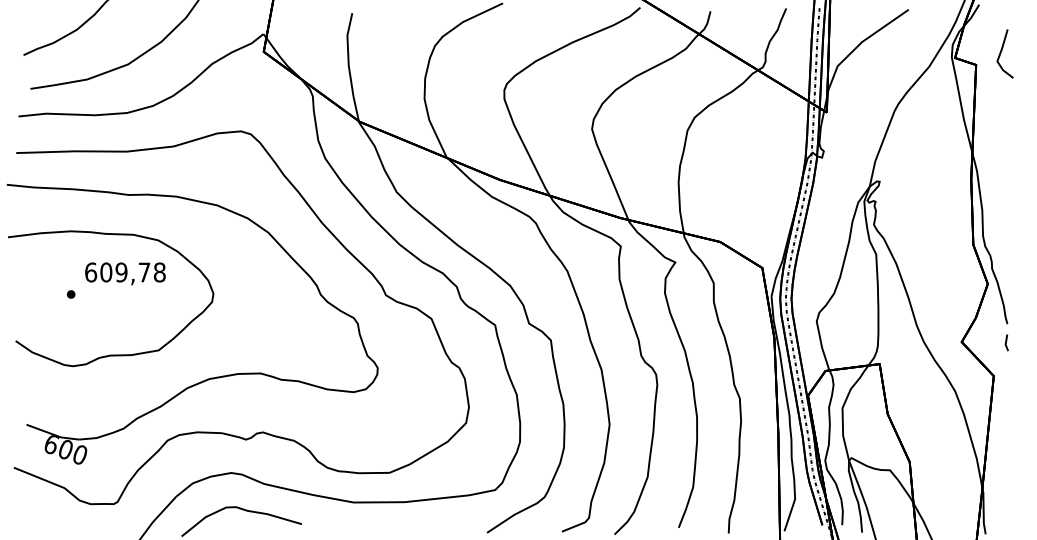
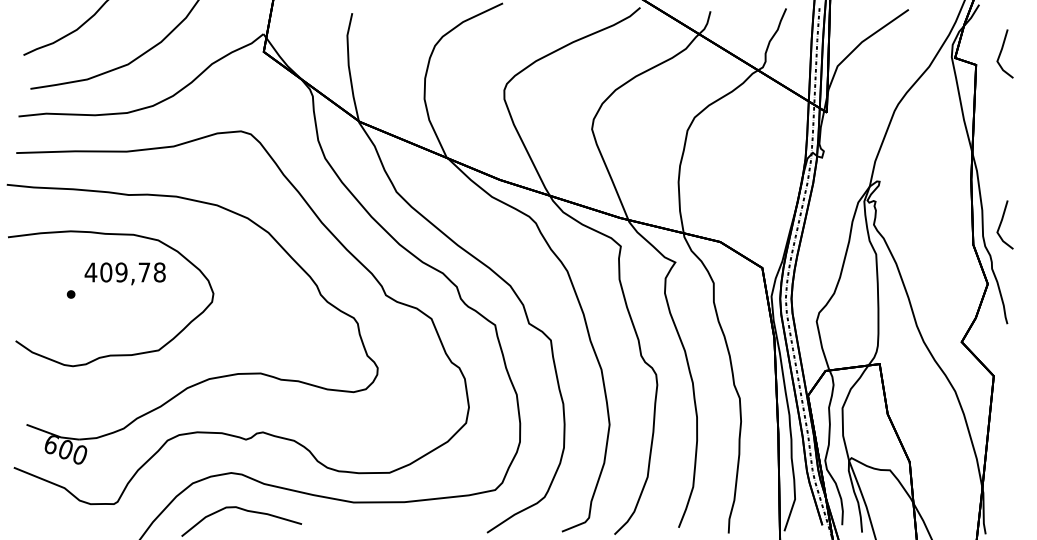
line at (1001, 224): none -> present
text at (90, 272): 609,78 -> 409,78
line at (1006, 342): present -> none
